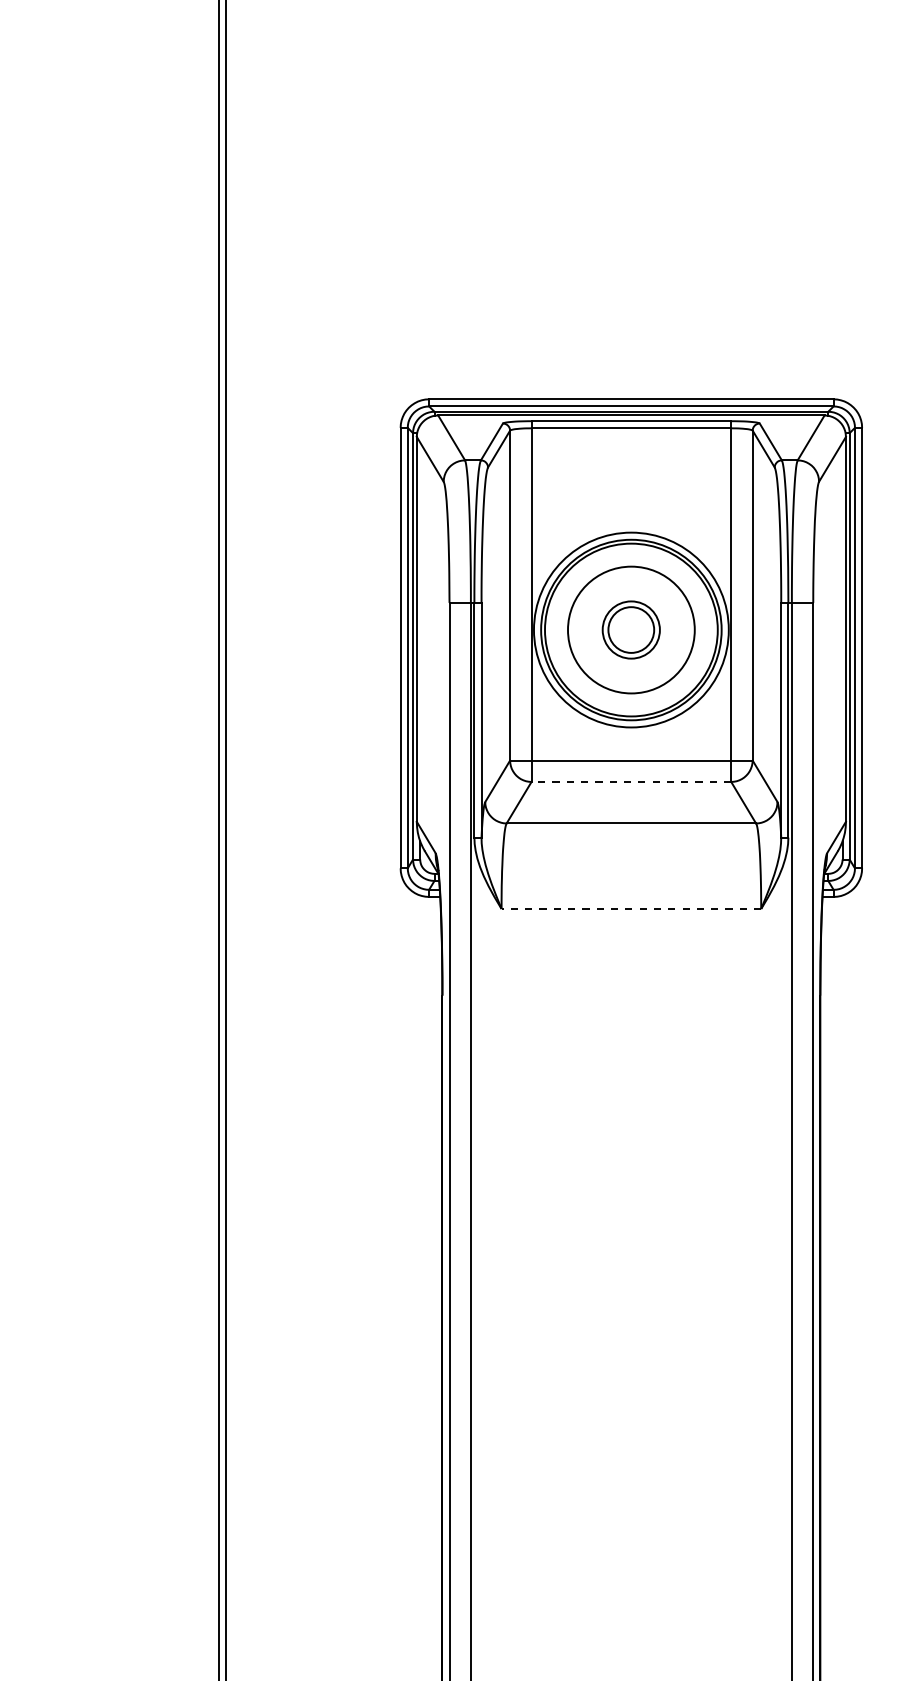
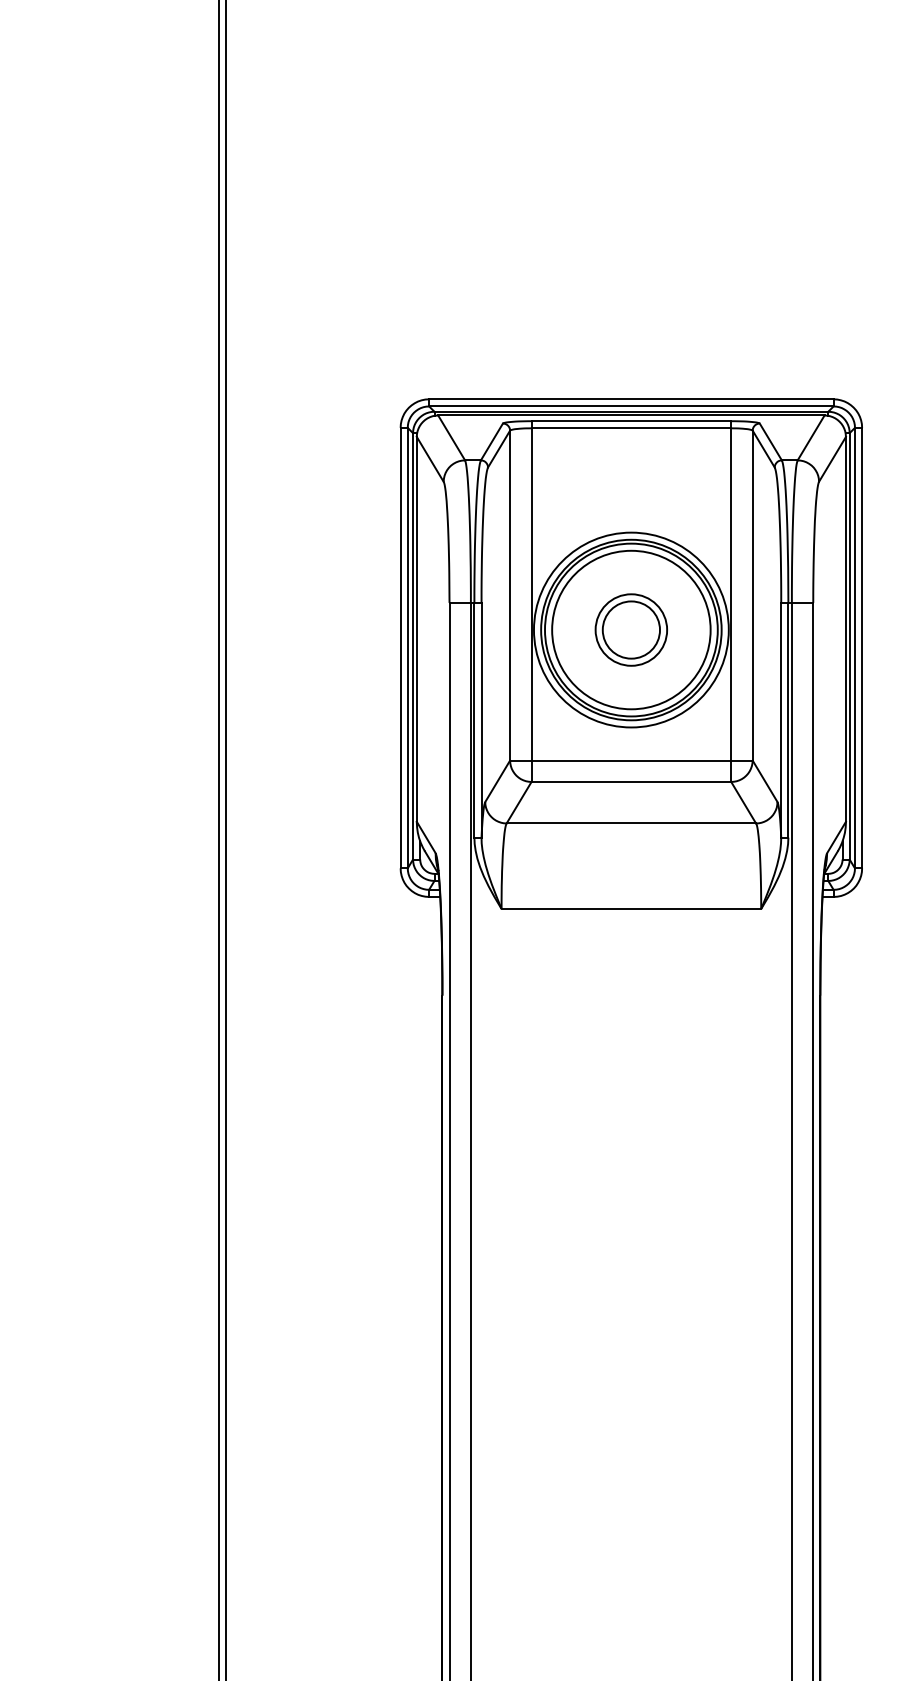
part at (630, 629) size: 60x60 px -> 74x74 px
circle at (631, 629) diameter: 127 px -> 158 px
line at (631, 781): dashed -> solid
line at (631, 908): dashed -> solid
